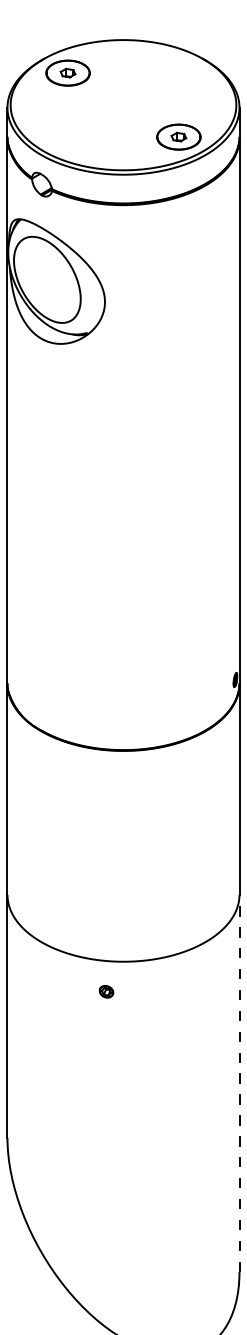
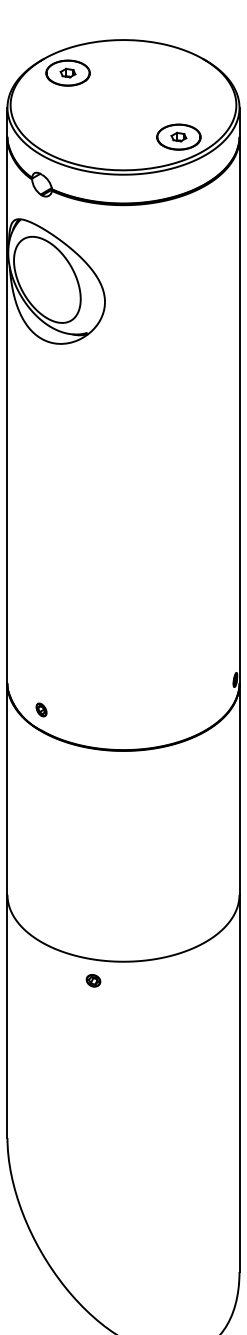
part at (41, 709): none -> present
part at (106, 991) position: (106, 991) -> (93, 980)
line at (239, 1083): dashed -> solid
